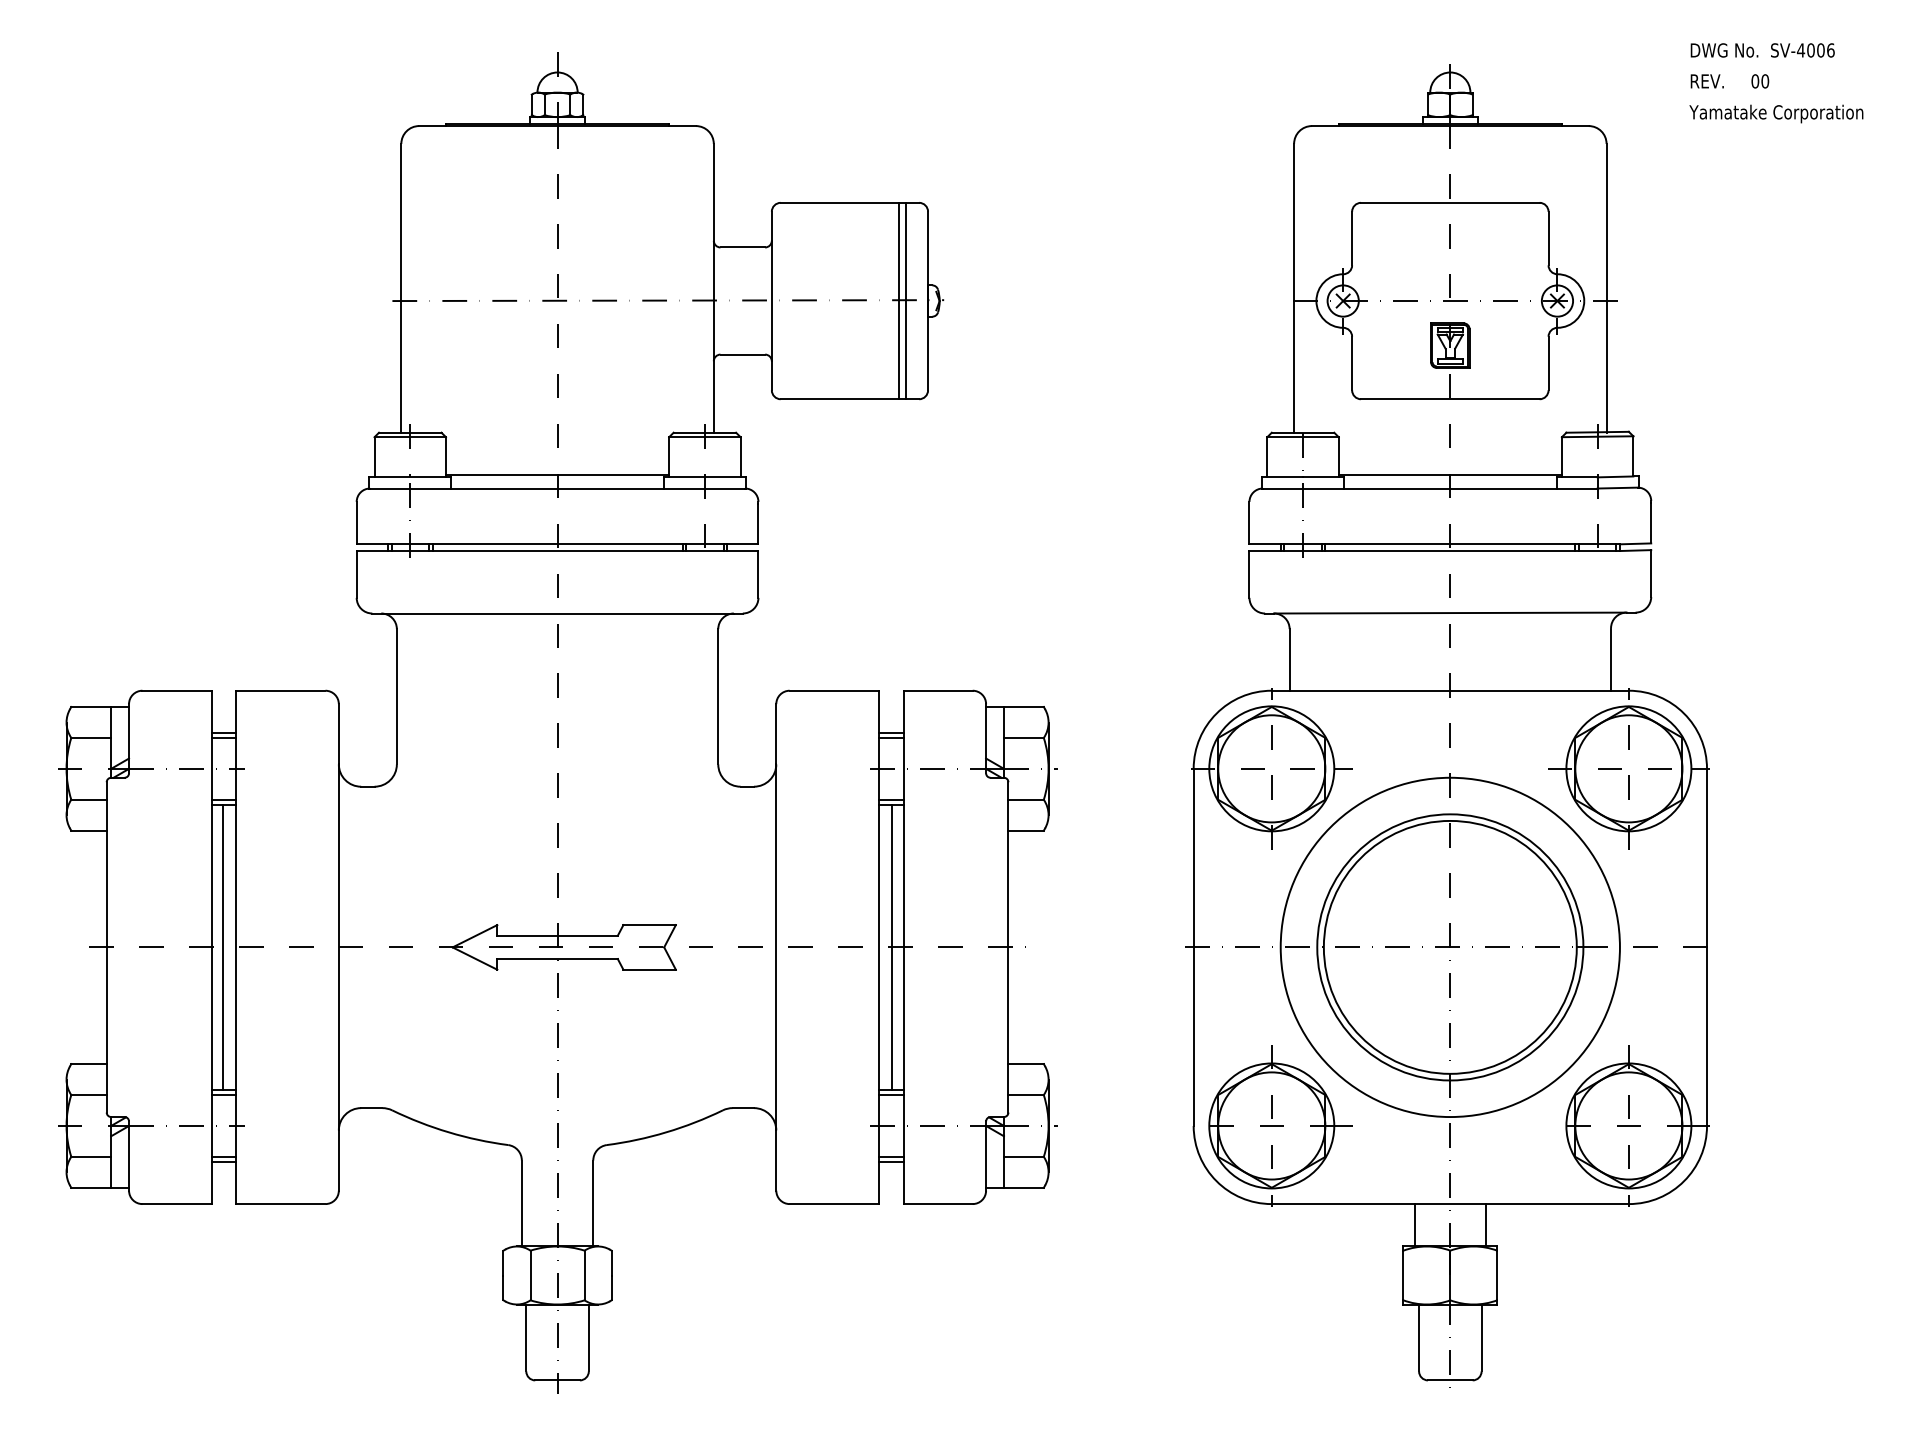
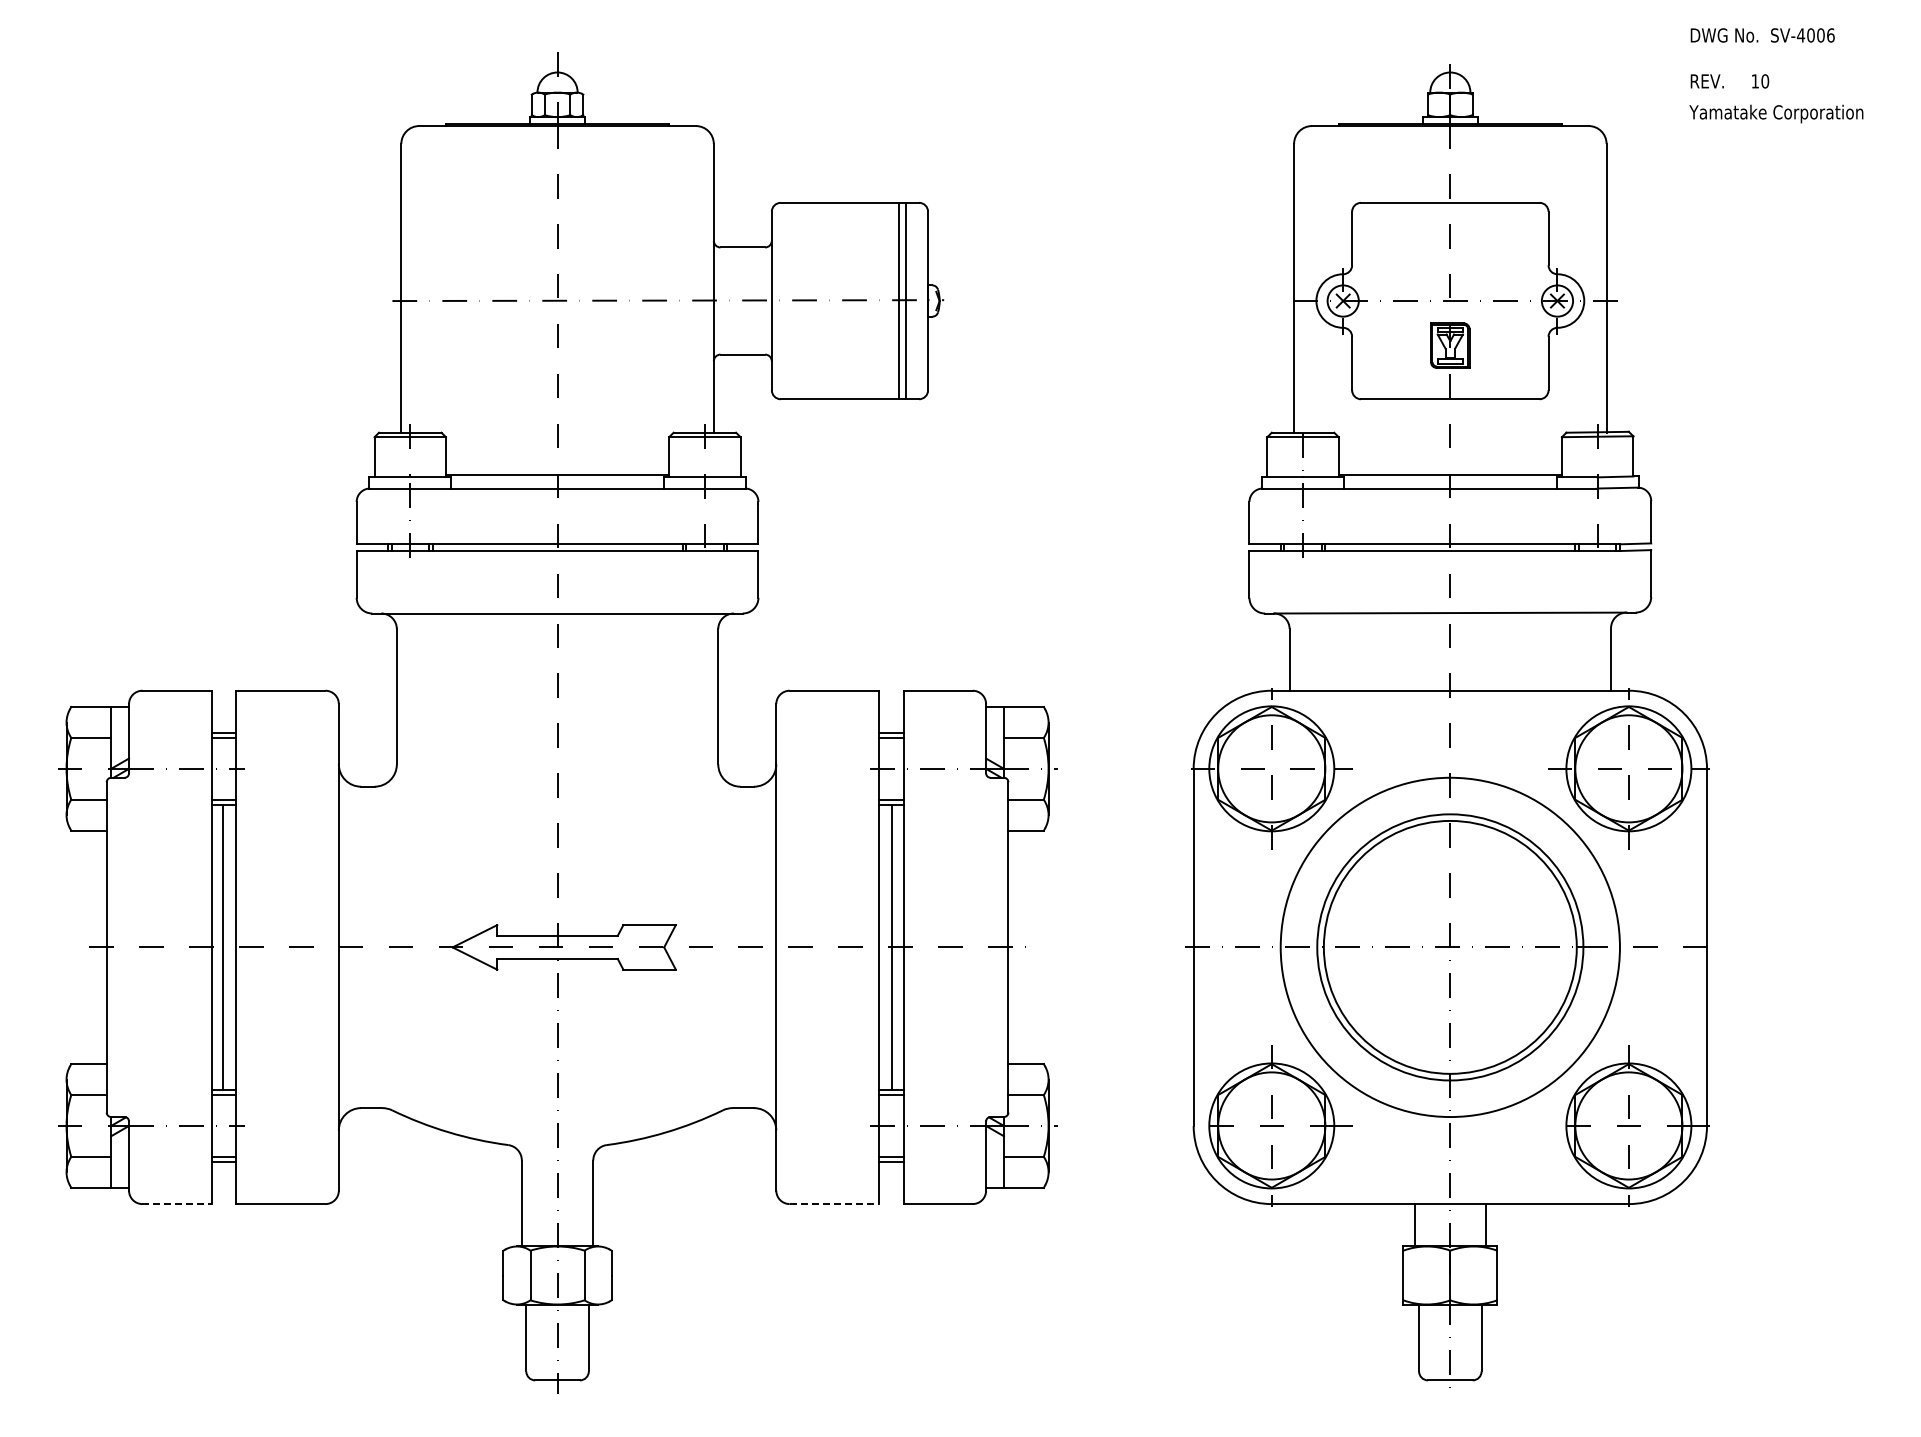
text at (1762, 50) position: (1762, 50) -> (1762, 35)
text at (1755, 81): 00 -> 10
line at (177, 1204): solid -> dashed
line at (834, 1204): solid -> dashed
